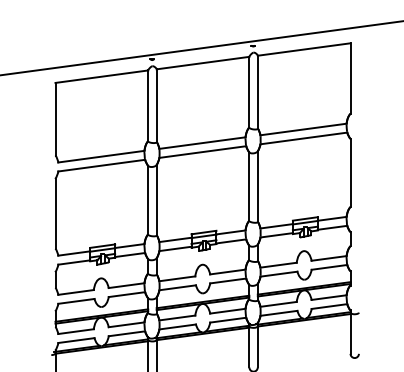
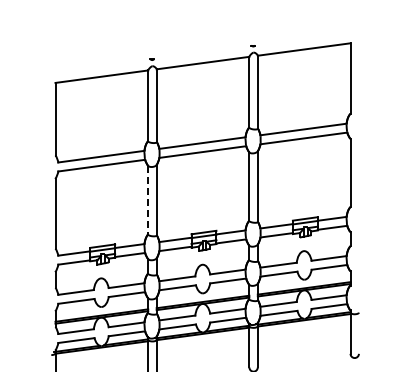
line at (201, 48): present -> none
line at (148, 200): solid -> dashed
